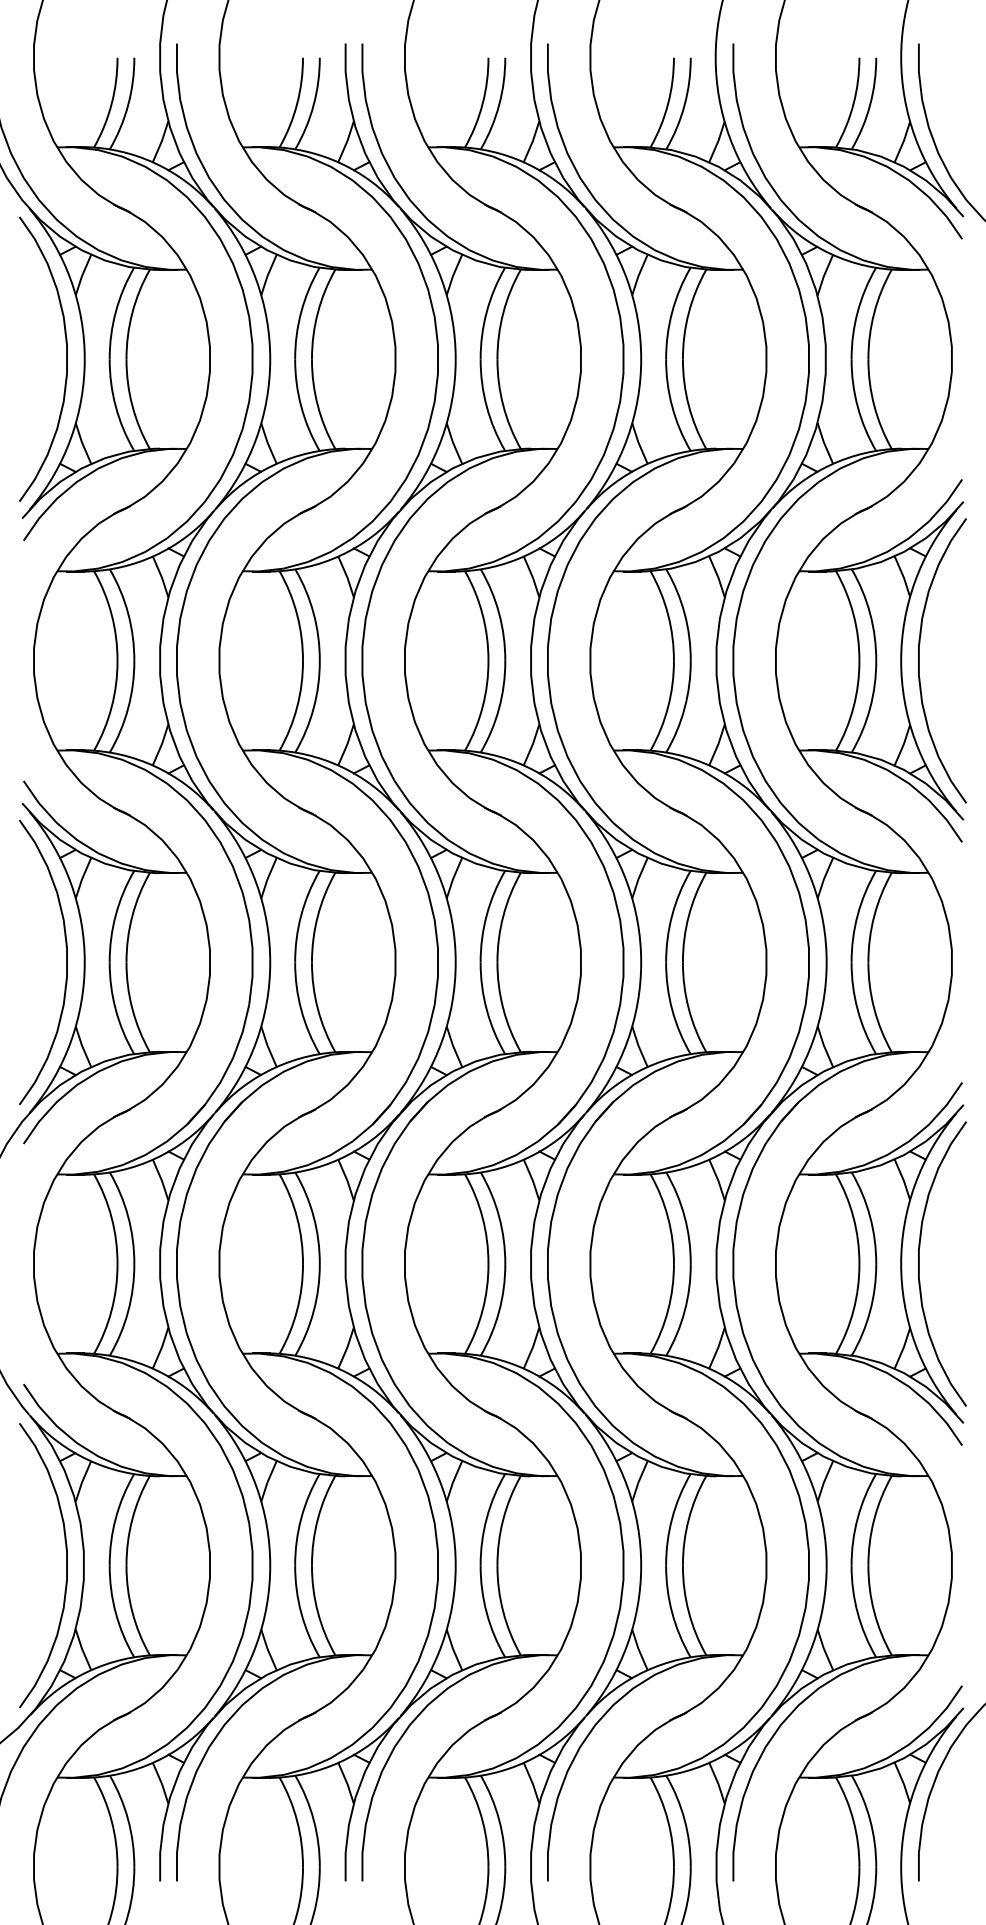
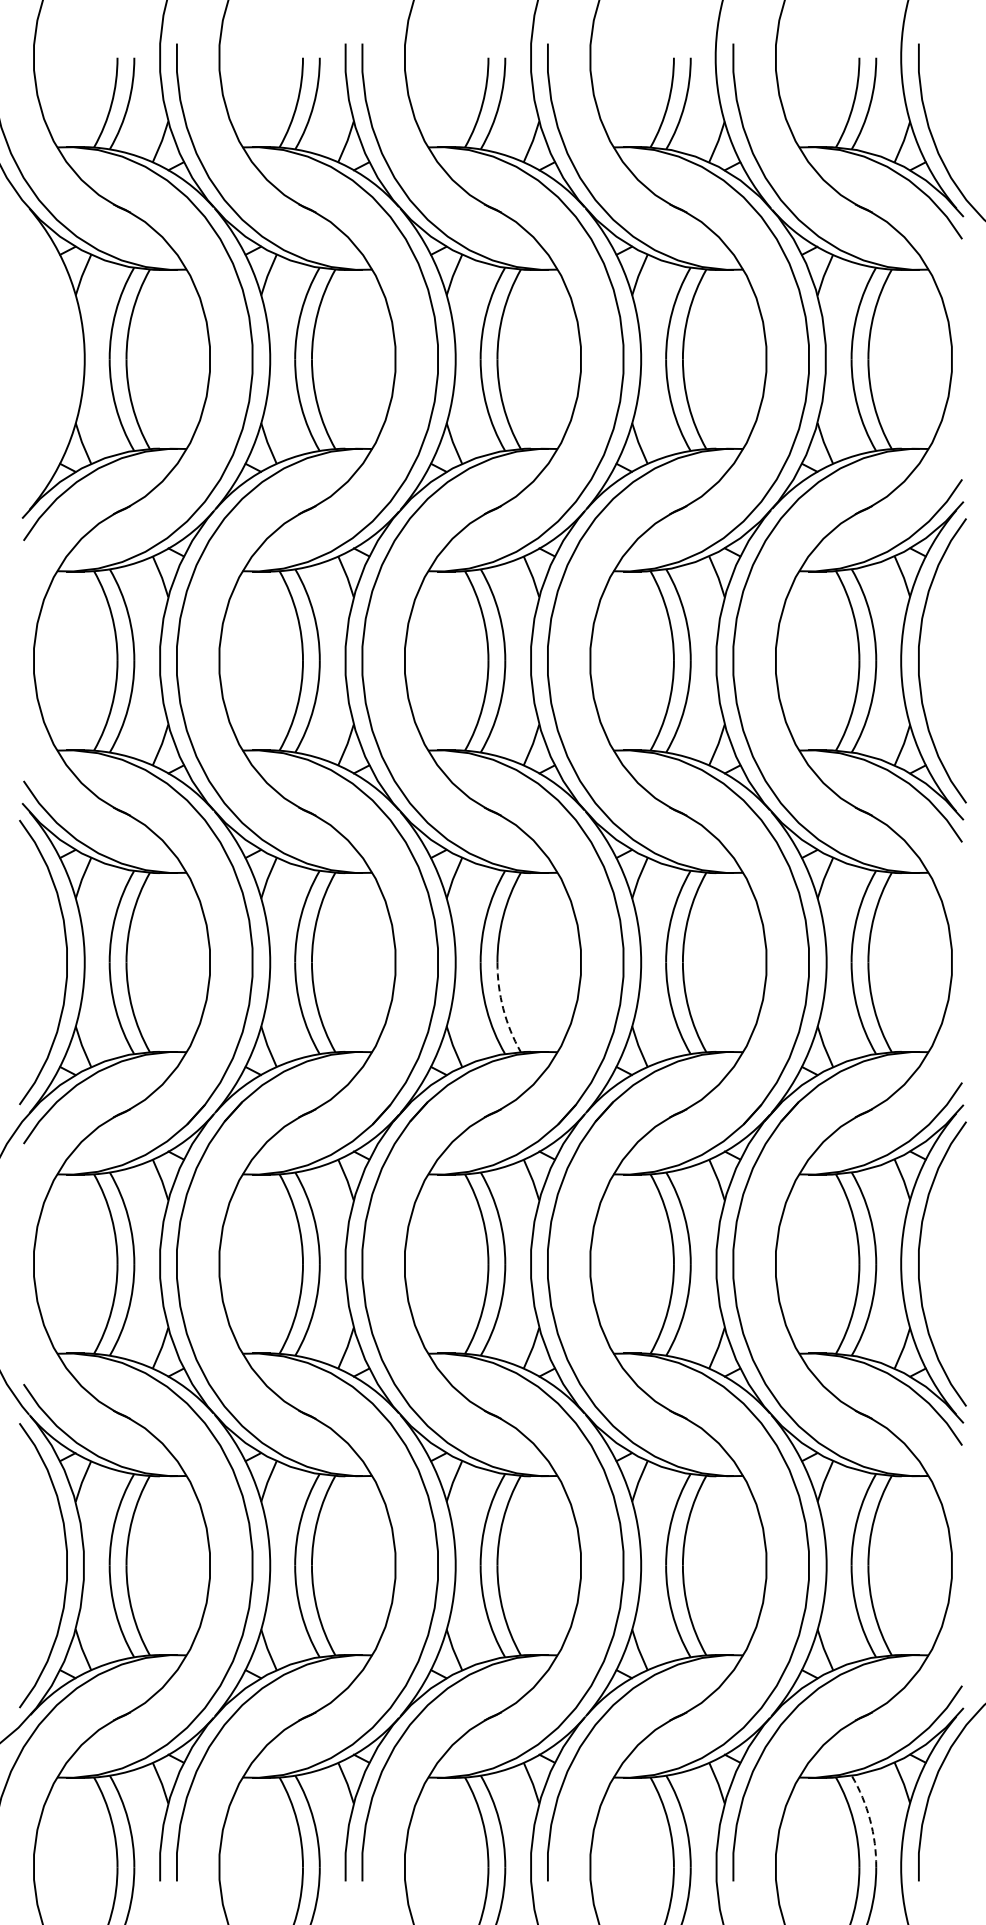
curve at (66, 358): present -> none
arc at (503, 1008): solid -> dashed
arc at (870, 1819): solid -> dashed
